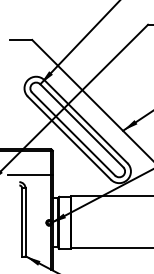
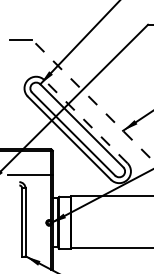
line at (92, 100): solid -> dashed
line at (86, 121): solid -> dashed
